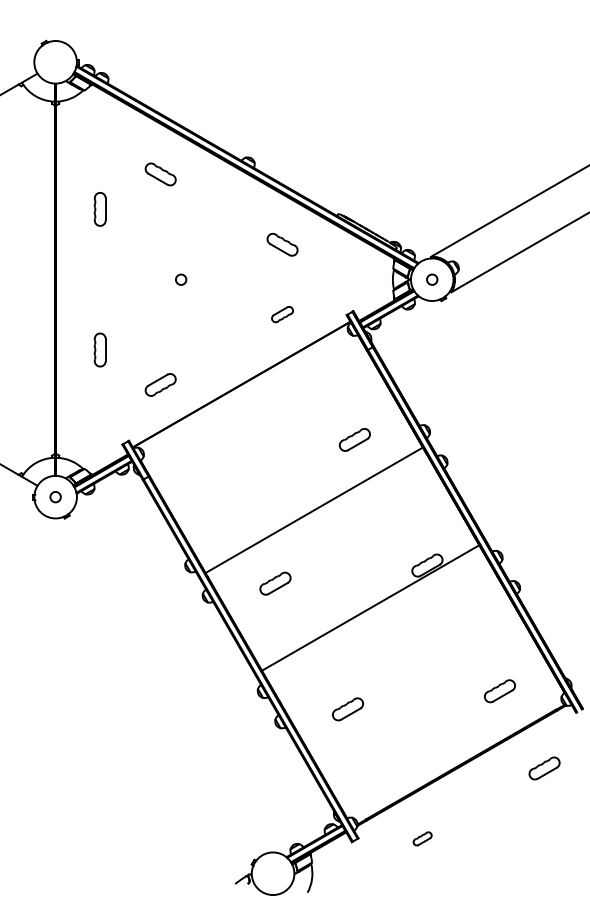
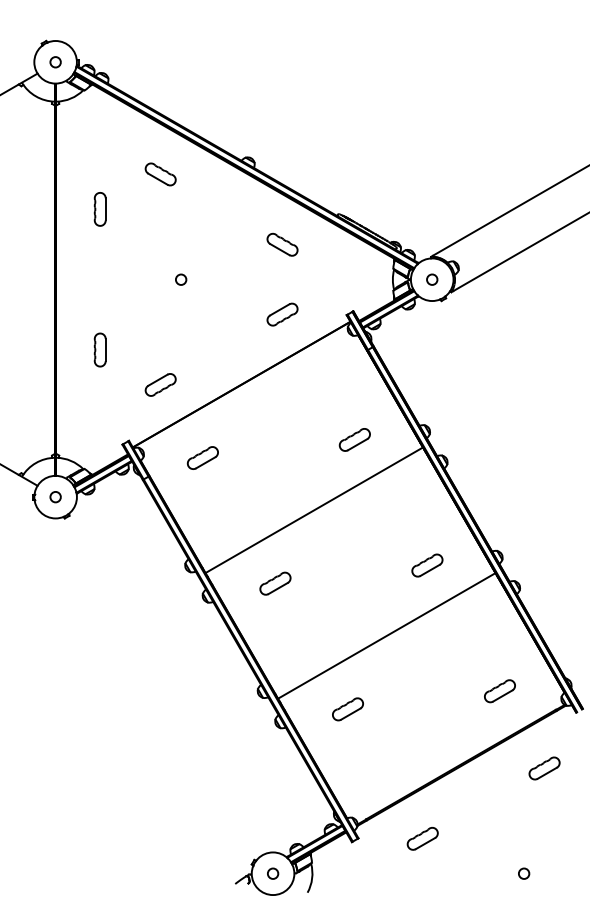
circle at (55, 62): none -> present
part at (282, 314) size: 23x18 px -> 33x25 px
part at (202, 457): none -> present
line at (370, 607) position: (370, 607) -> (386, 635)
part at (422, 838) size: 21x16 px -> 33x24 px
circle at (273, 873): none -> present
circle at (524, 873): none -> present
